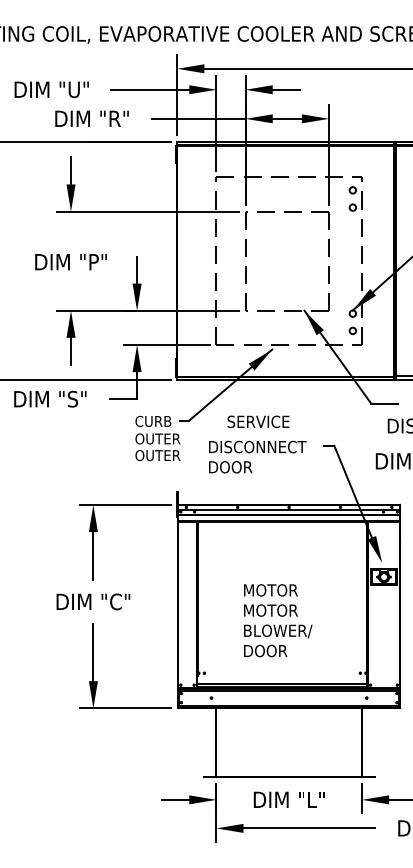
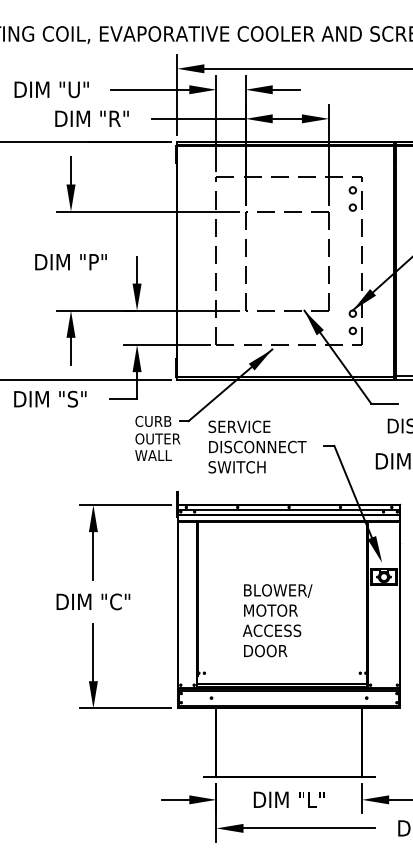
text at (258, 421) position: (258, 421) -> (239, 426)
text at (157, 455): OUTER -> WALL
text at (236, 467): DOOR -> SWITCH
text at (278, 590): MOTOR -> BLOWER/
text at (277, 631): BLOWER/ -> ACCESS
